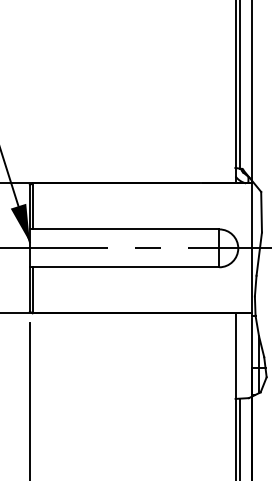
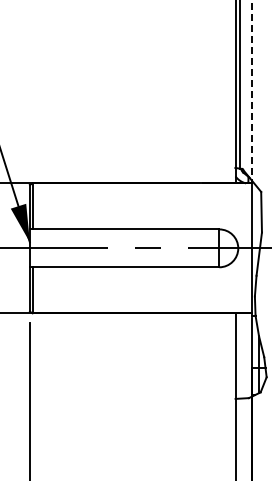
line at (251, 90): solid -> dashed
line at (239, 437): present -> none
